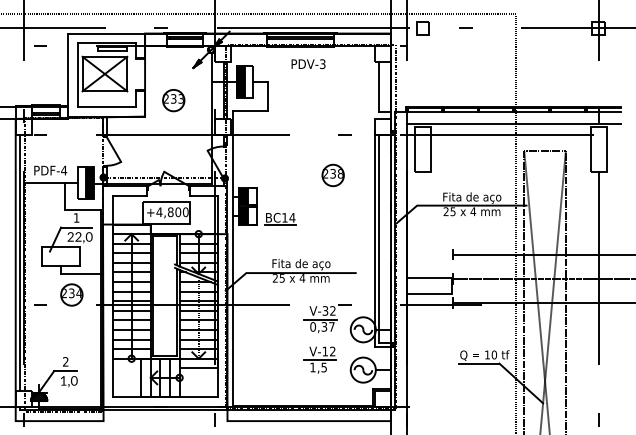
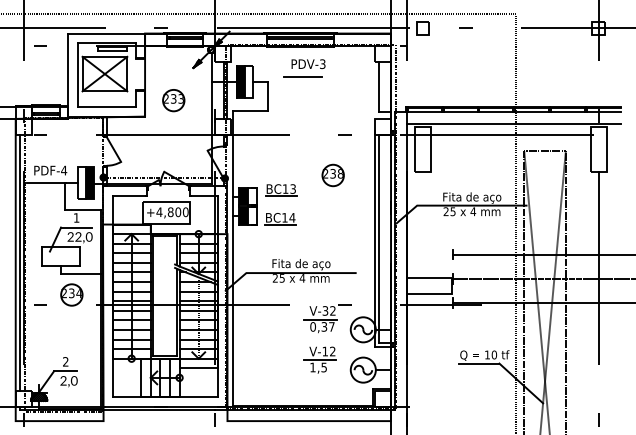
line at (303, 76): none -> present
part at (281, 190): none -> present
text at (63, 380): 1,0 -> 2,0
